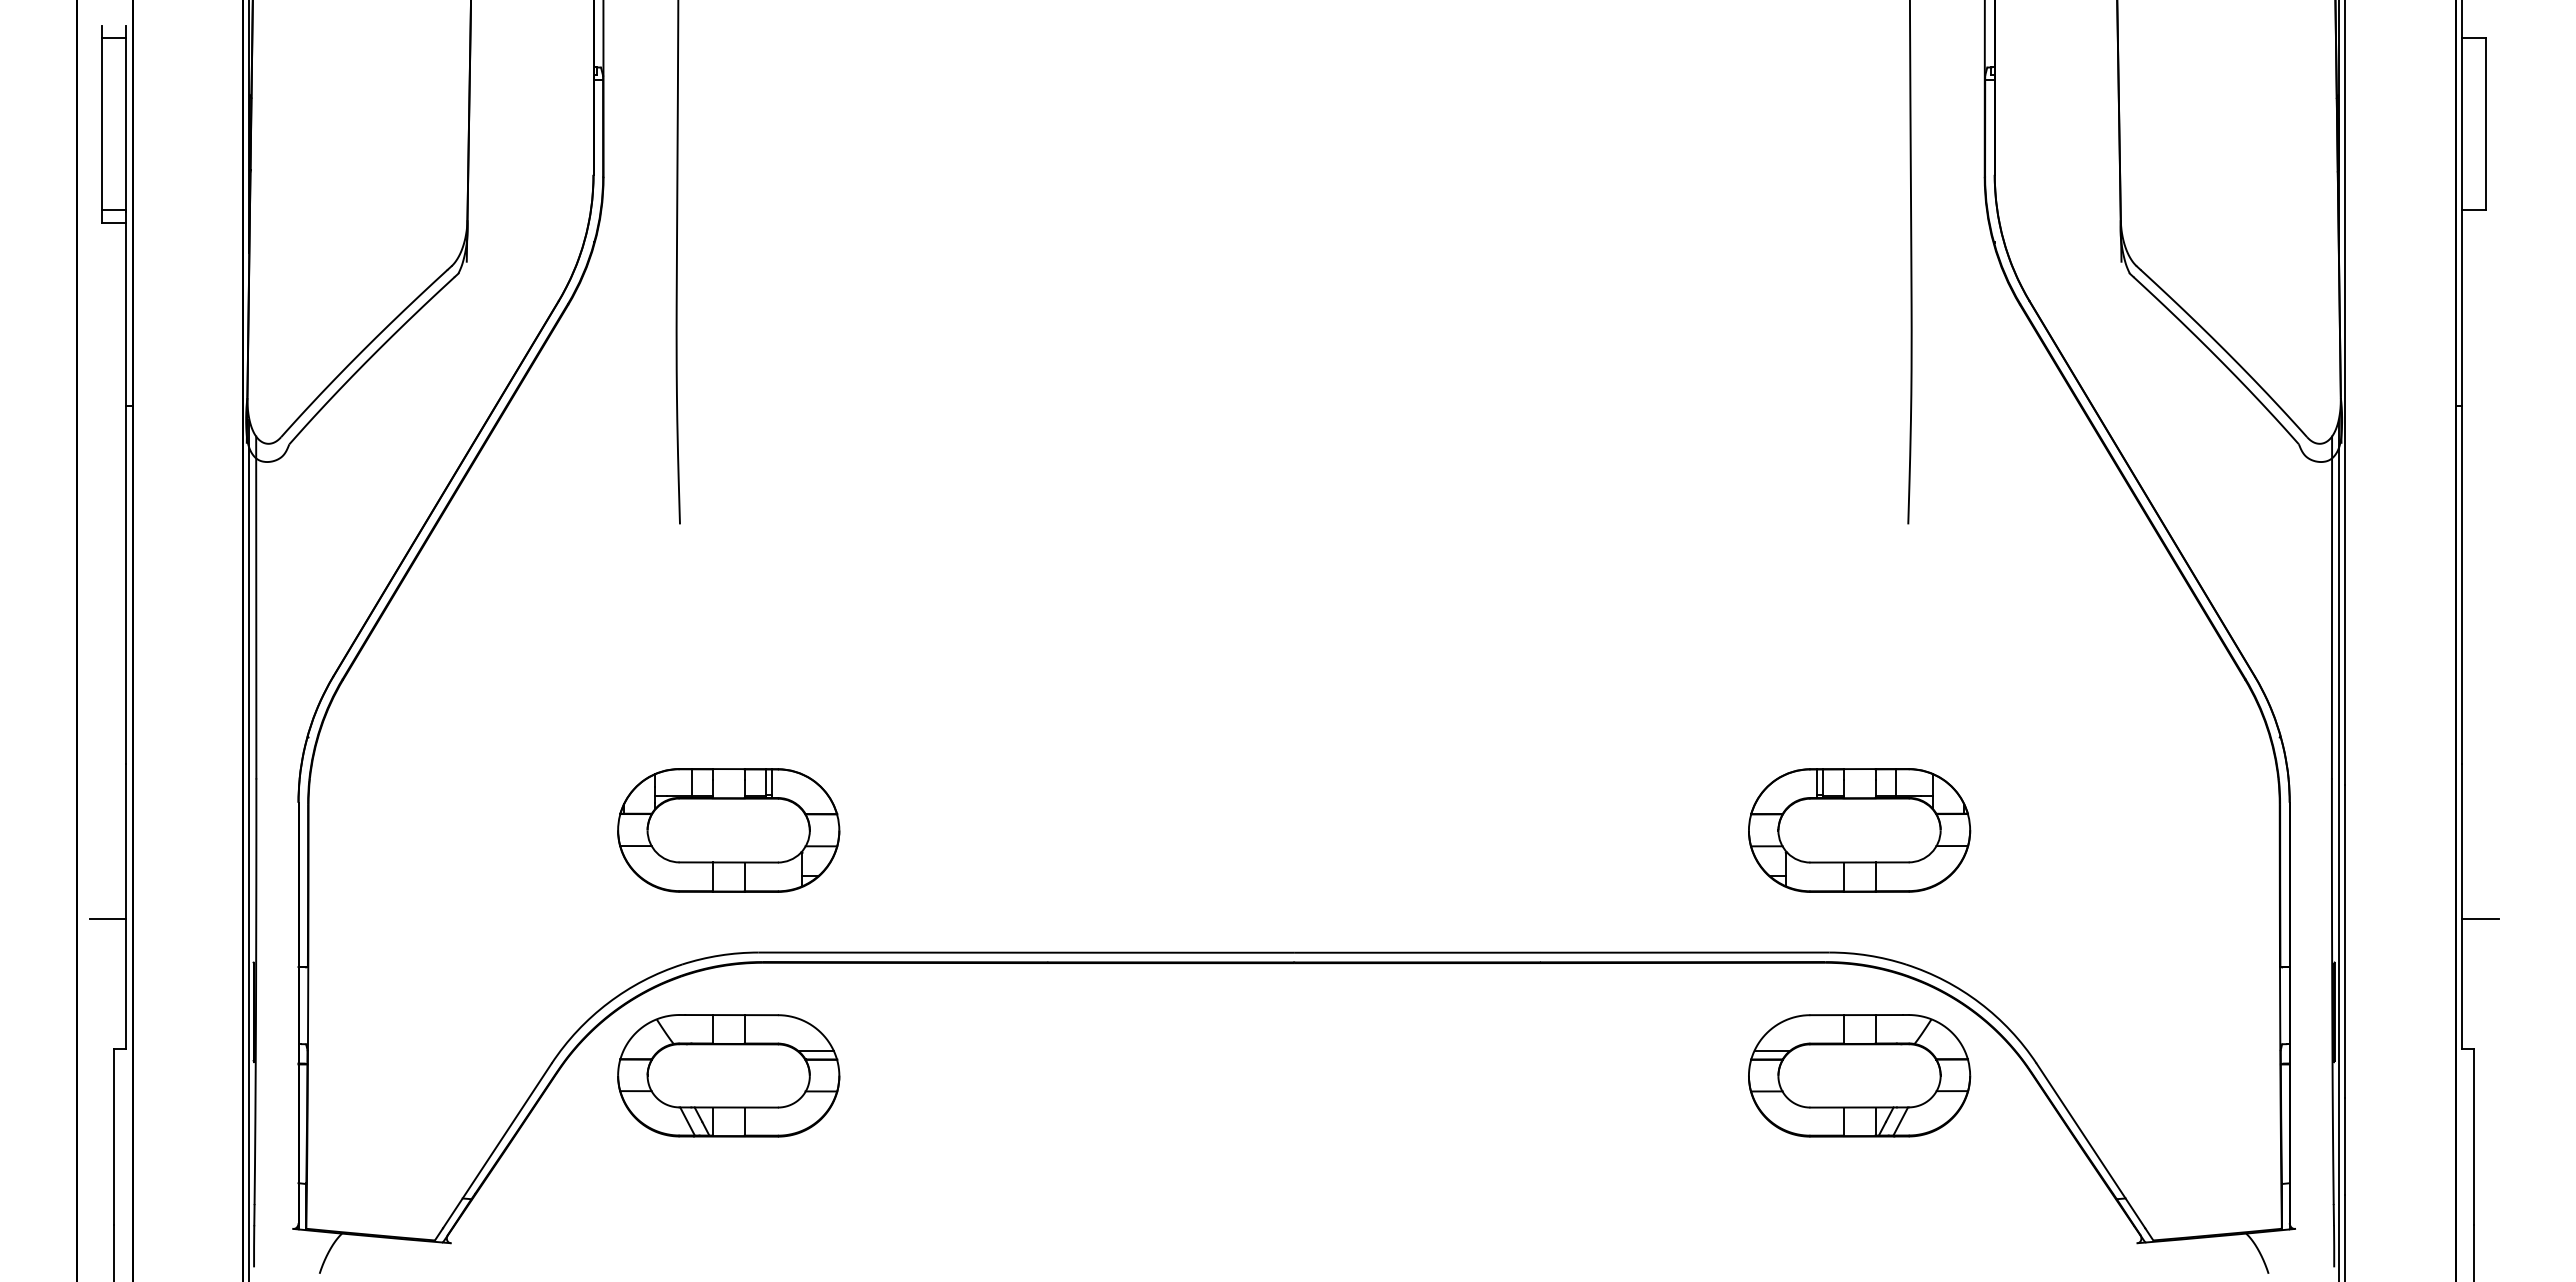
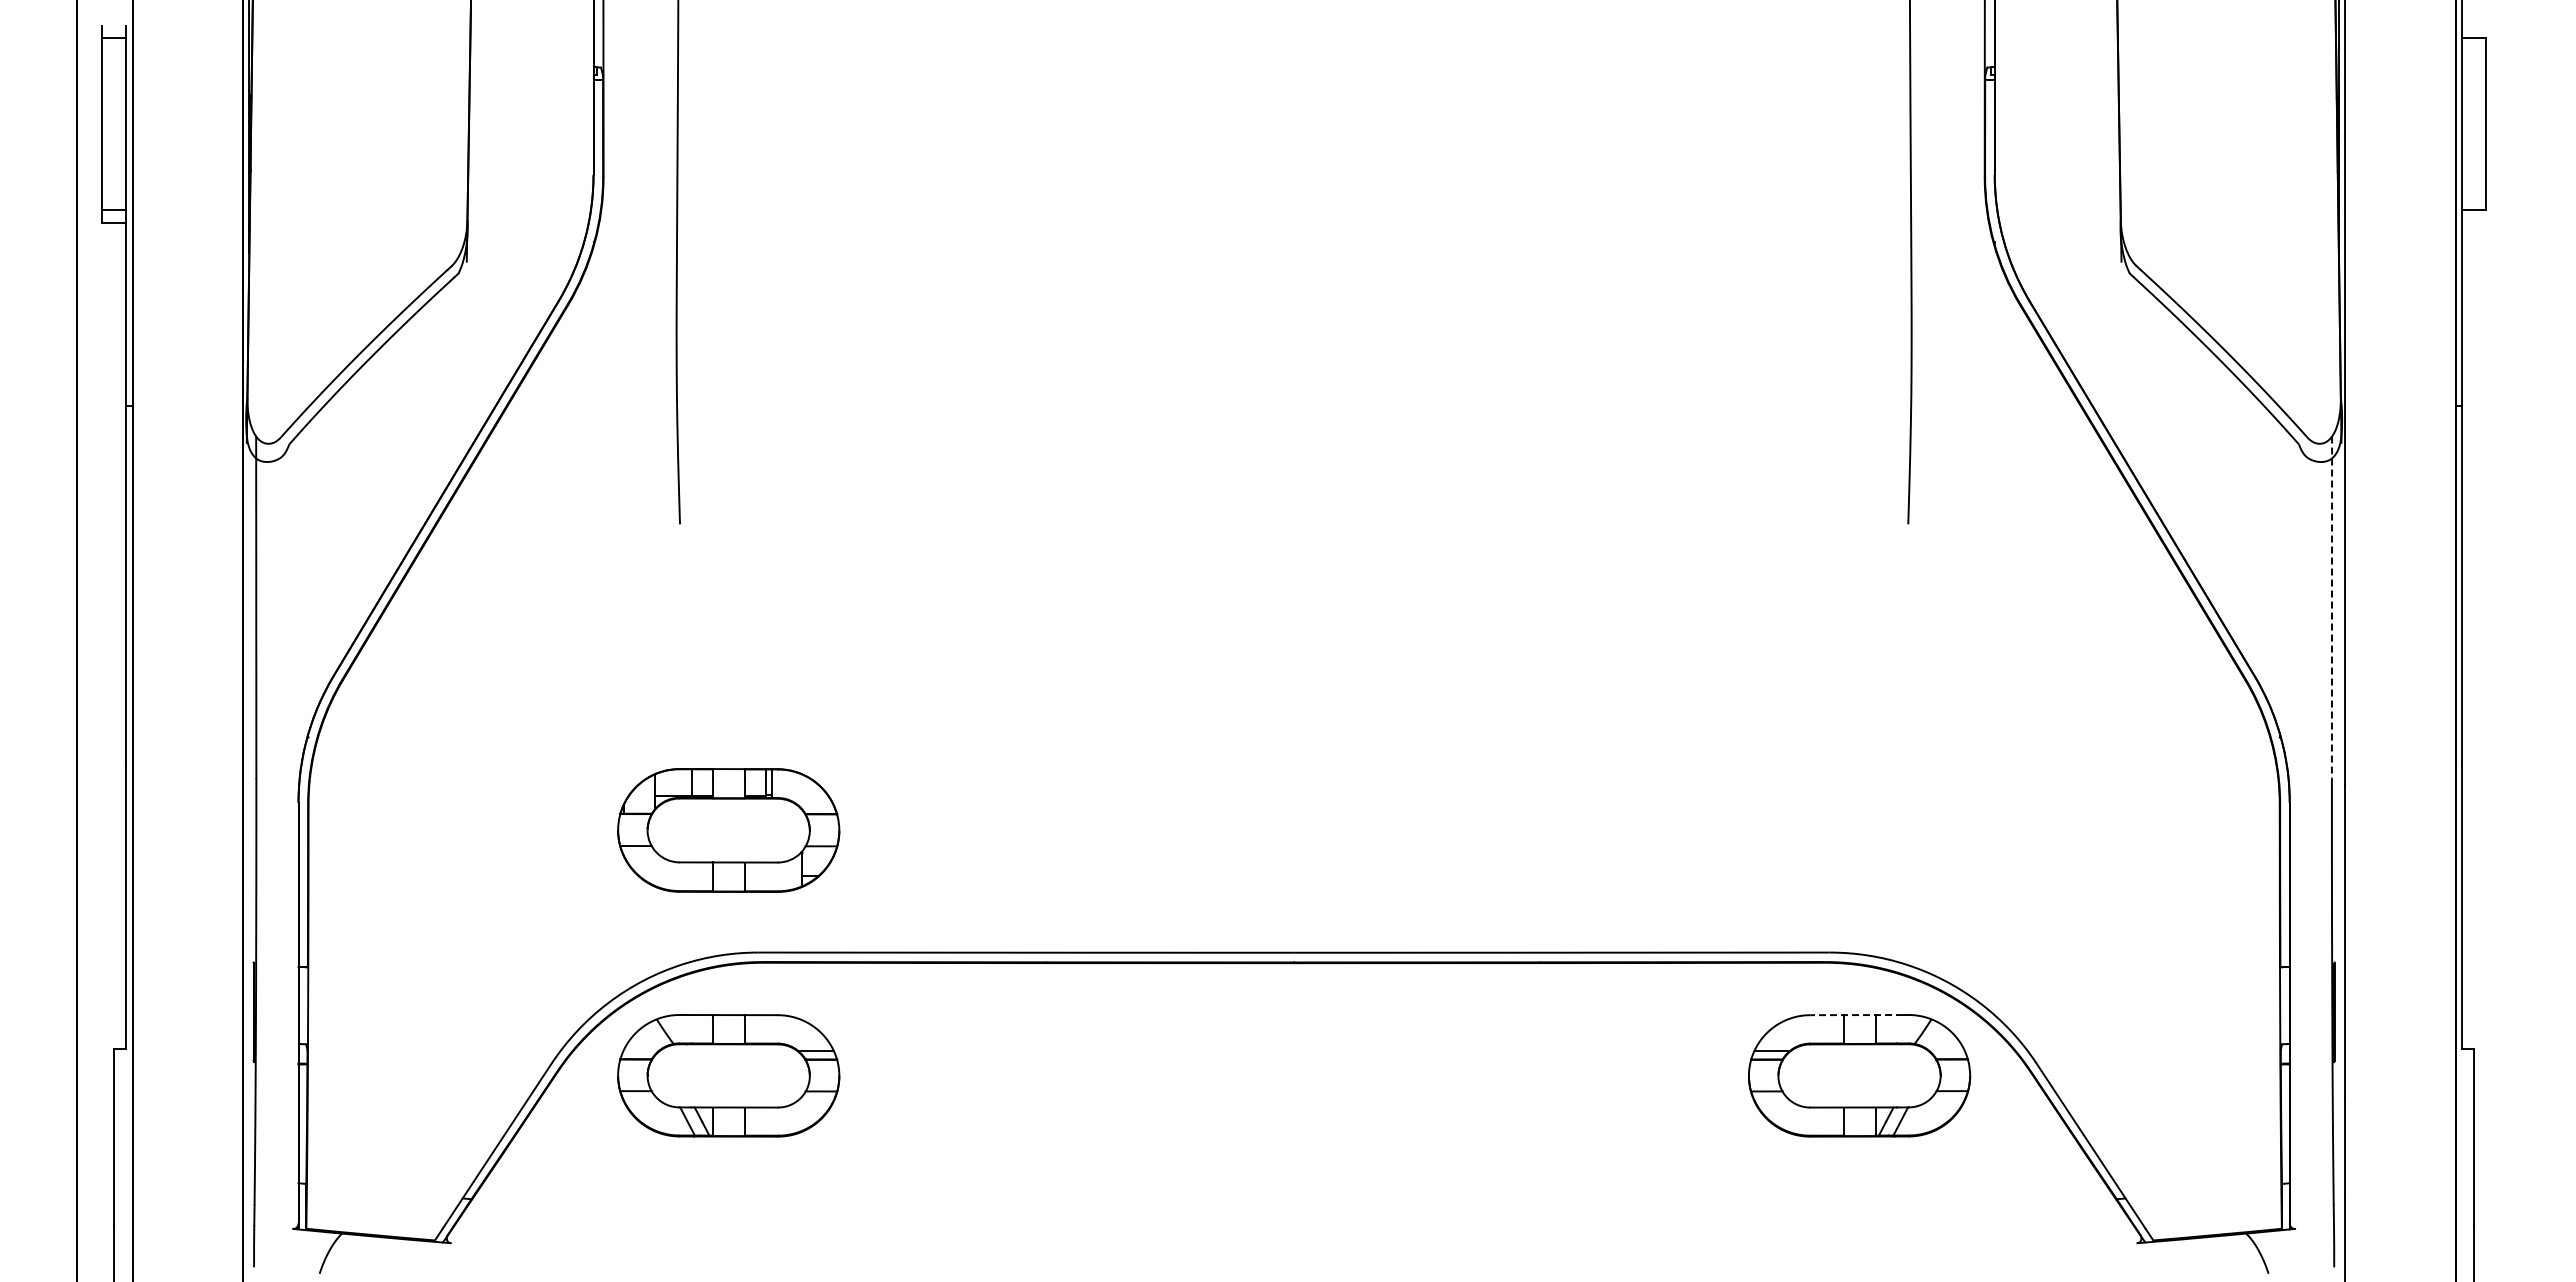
line at (2331, 607): solid -> dashed
part at (1859, 830): present -> none
line at (249, 848): present -> none
line at (2338, 848): present -> none
line at (107, 919): present -> none
line at (2479, 919): present -> none
line at (1856, 1015): solid -> dashed
